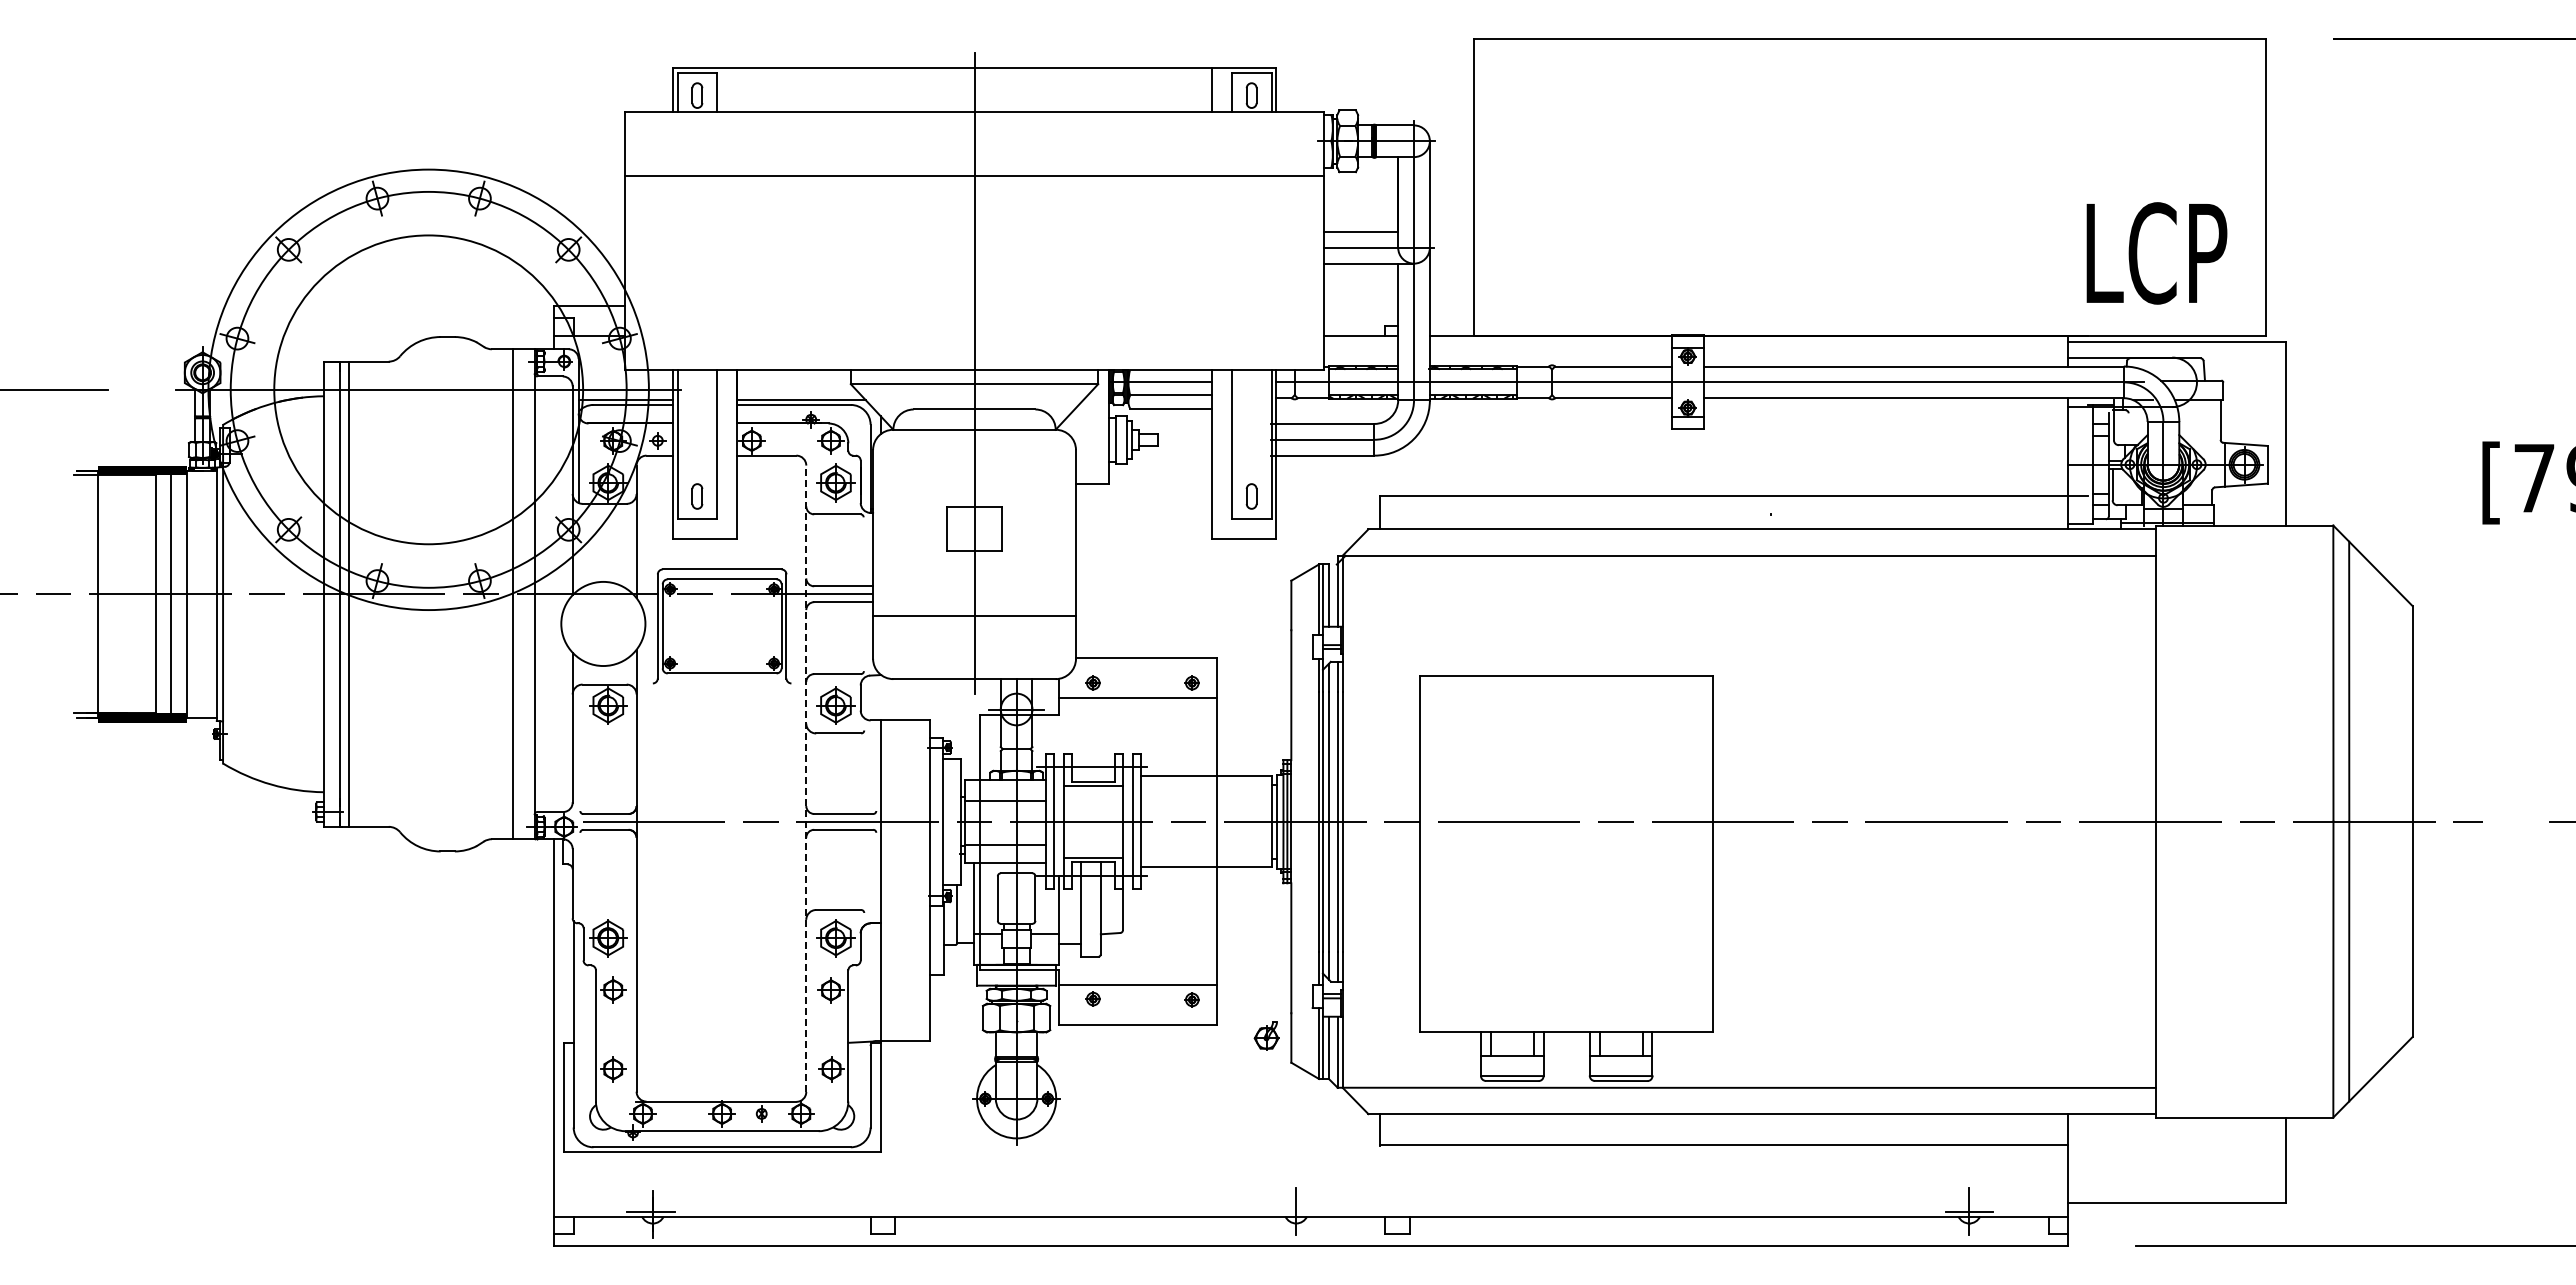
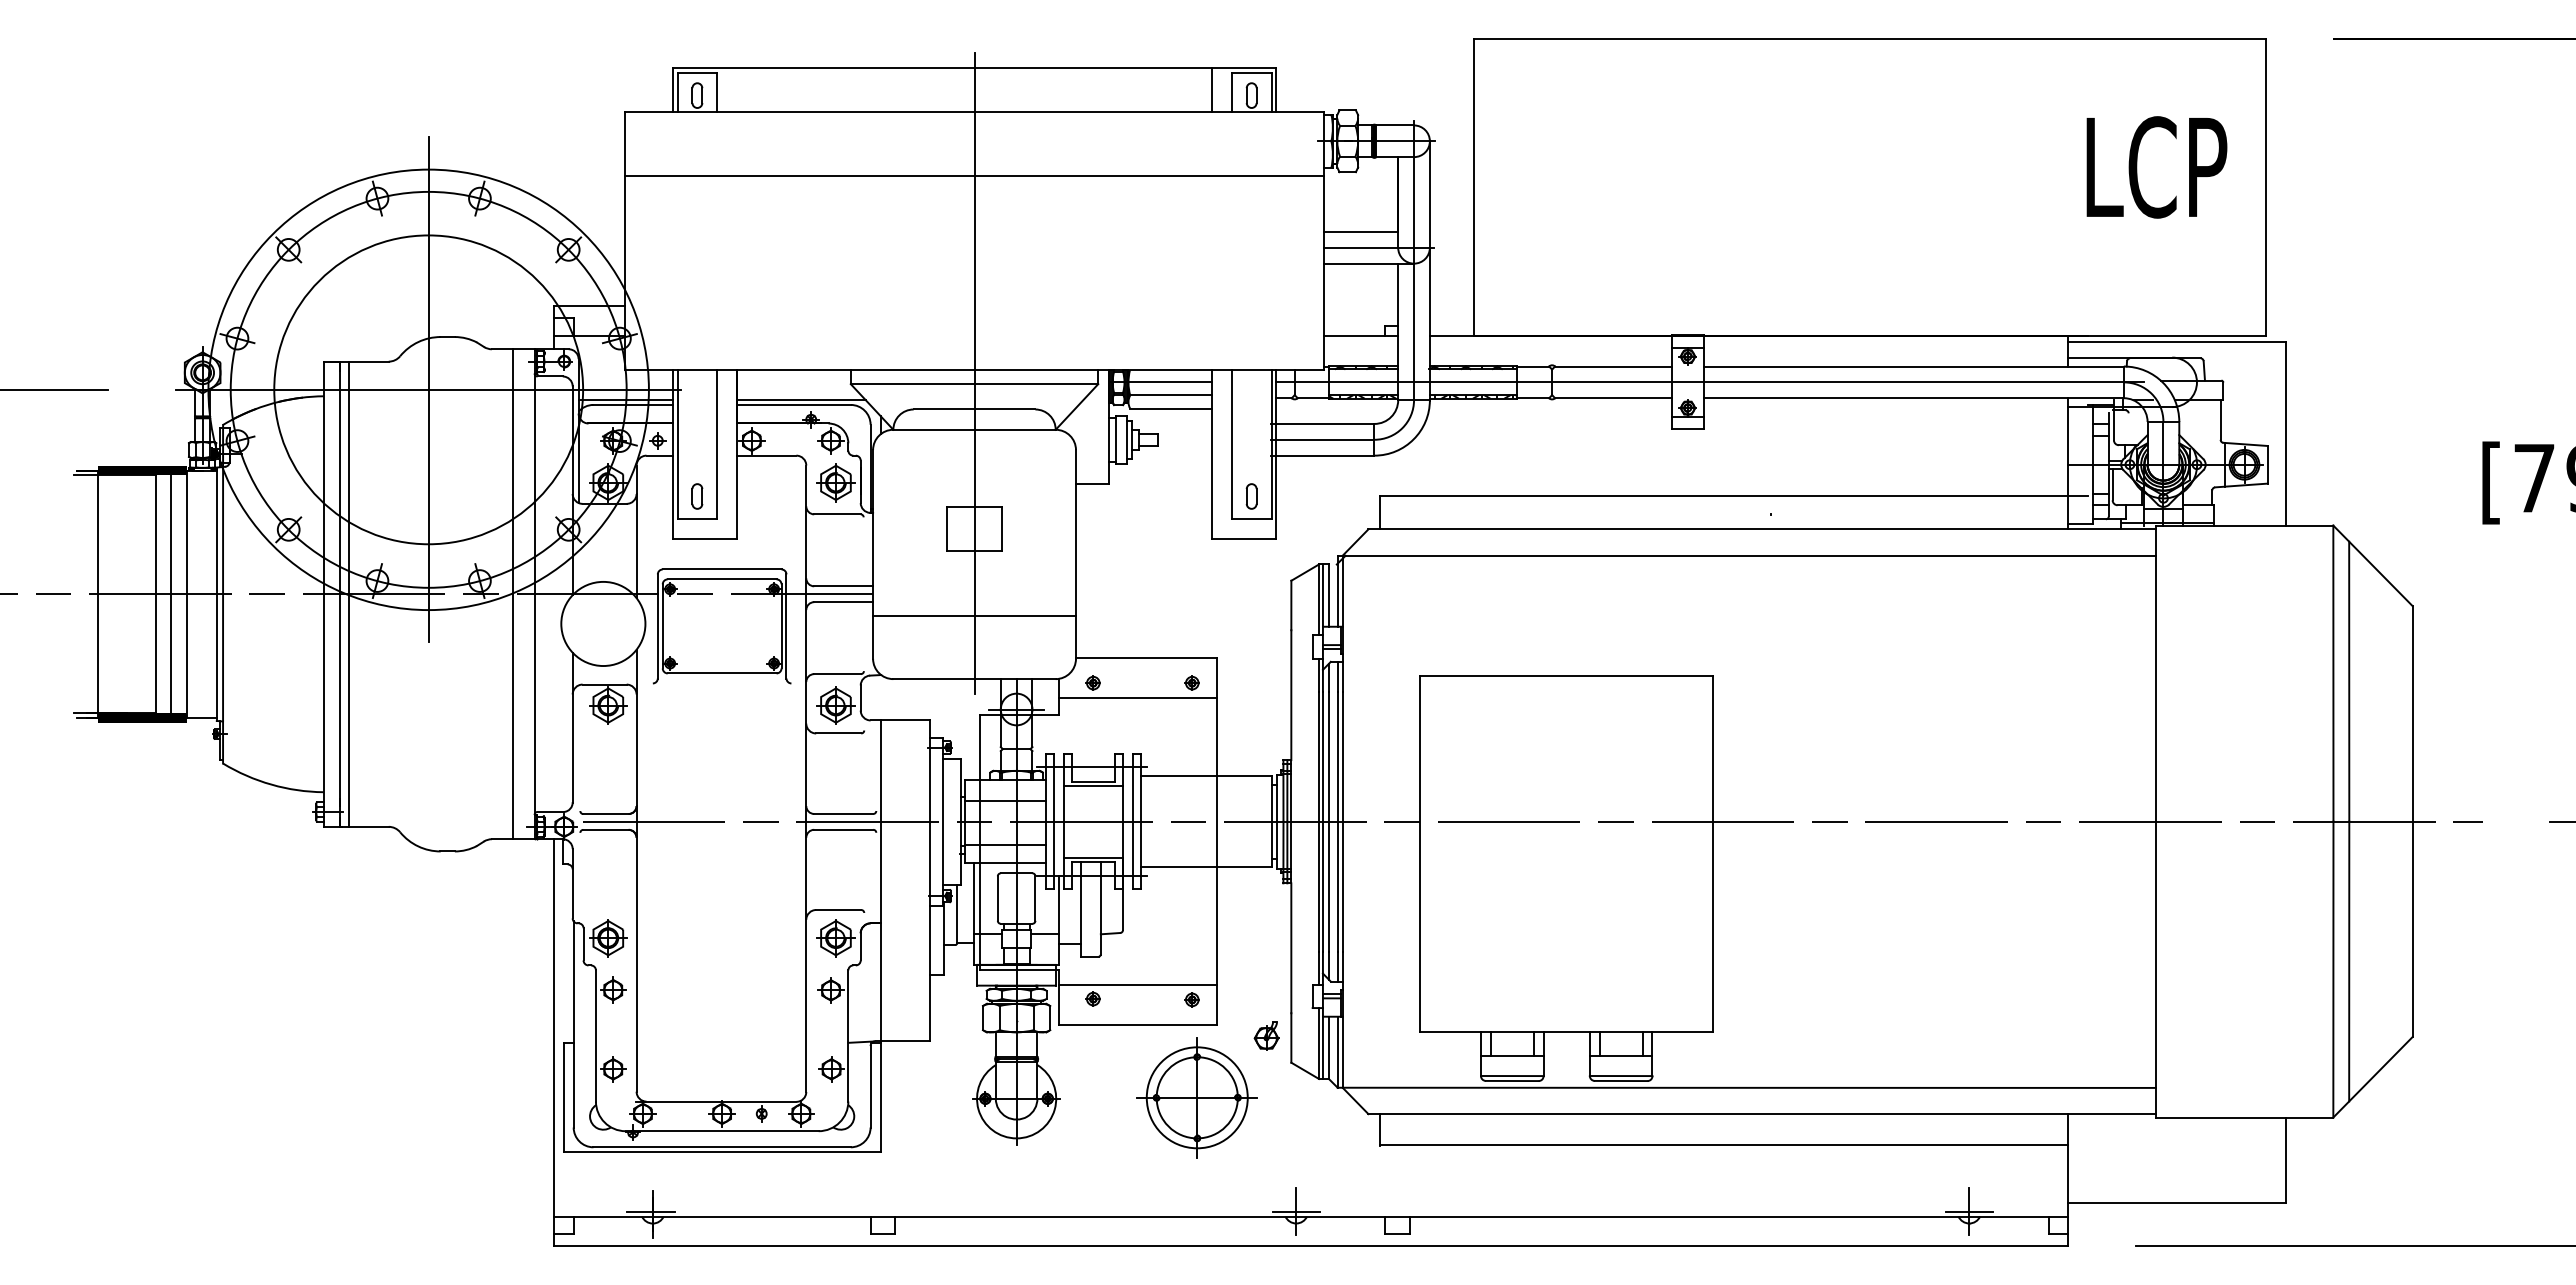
text at (2156, 253) position: (2156, 253) -> (2156, 167)
line at (428, 389): none -> present
line at (806, 778): dashed -> solid
part at (1196, 1097): none -> present
line at (1295, 1211): none -> present
